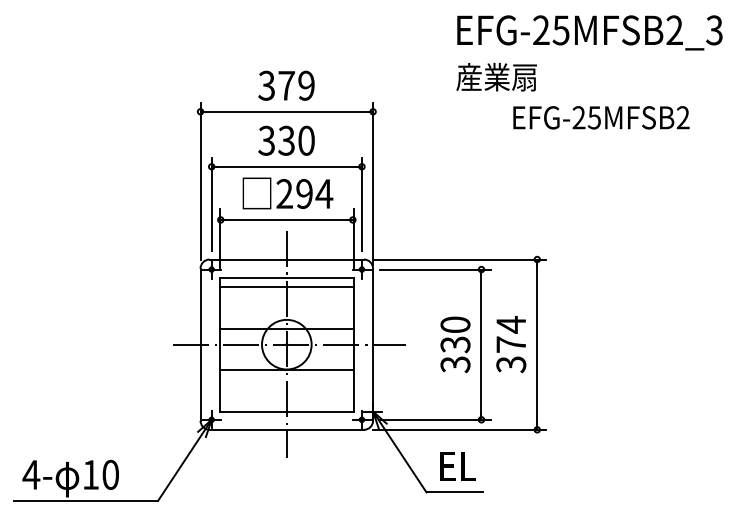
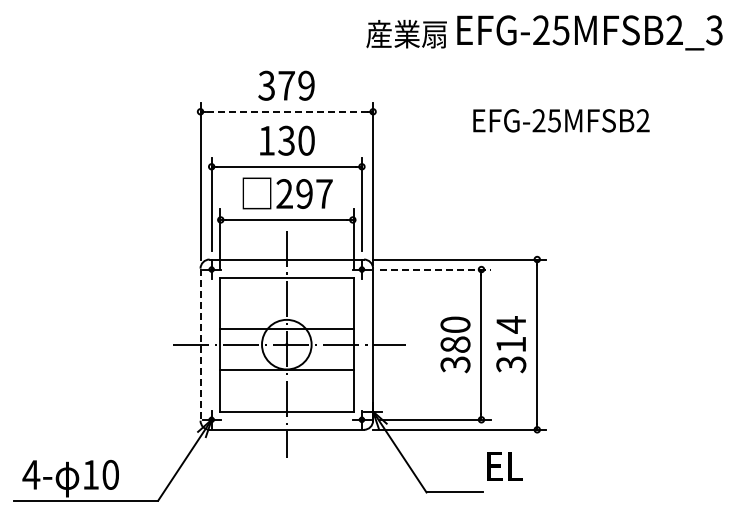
text at (496, 77) position: (496, 77) -> (406, 34)
line at (286, 111): solid -> dashed
text at (601, 117) position: (601, 117) -> (561, 120)
text at (266, 140): 330 -> 130
text at (324, 193): 294 -> 297
line at (435, 269): solid -> dashed
line at (286, 286): present -> none
text at (455, 344): 330 -> 380
text at (510, 344): 374 -> 314
line at (200, 345): solid -> dashed
text at (457, 466) position: (457, 466) -> (504, 466)
